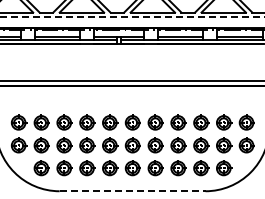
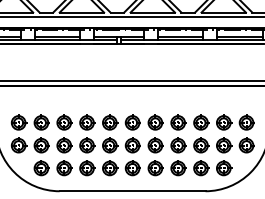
line at (132, 17): dashed -> solid
line at (132, 191): dashed -> solid
